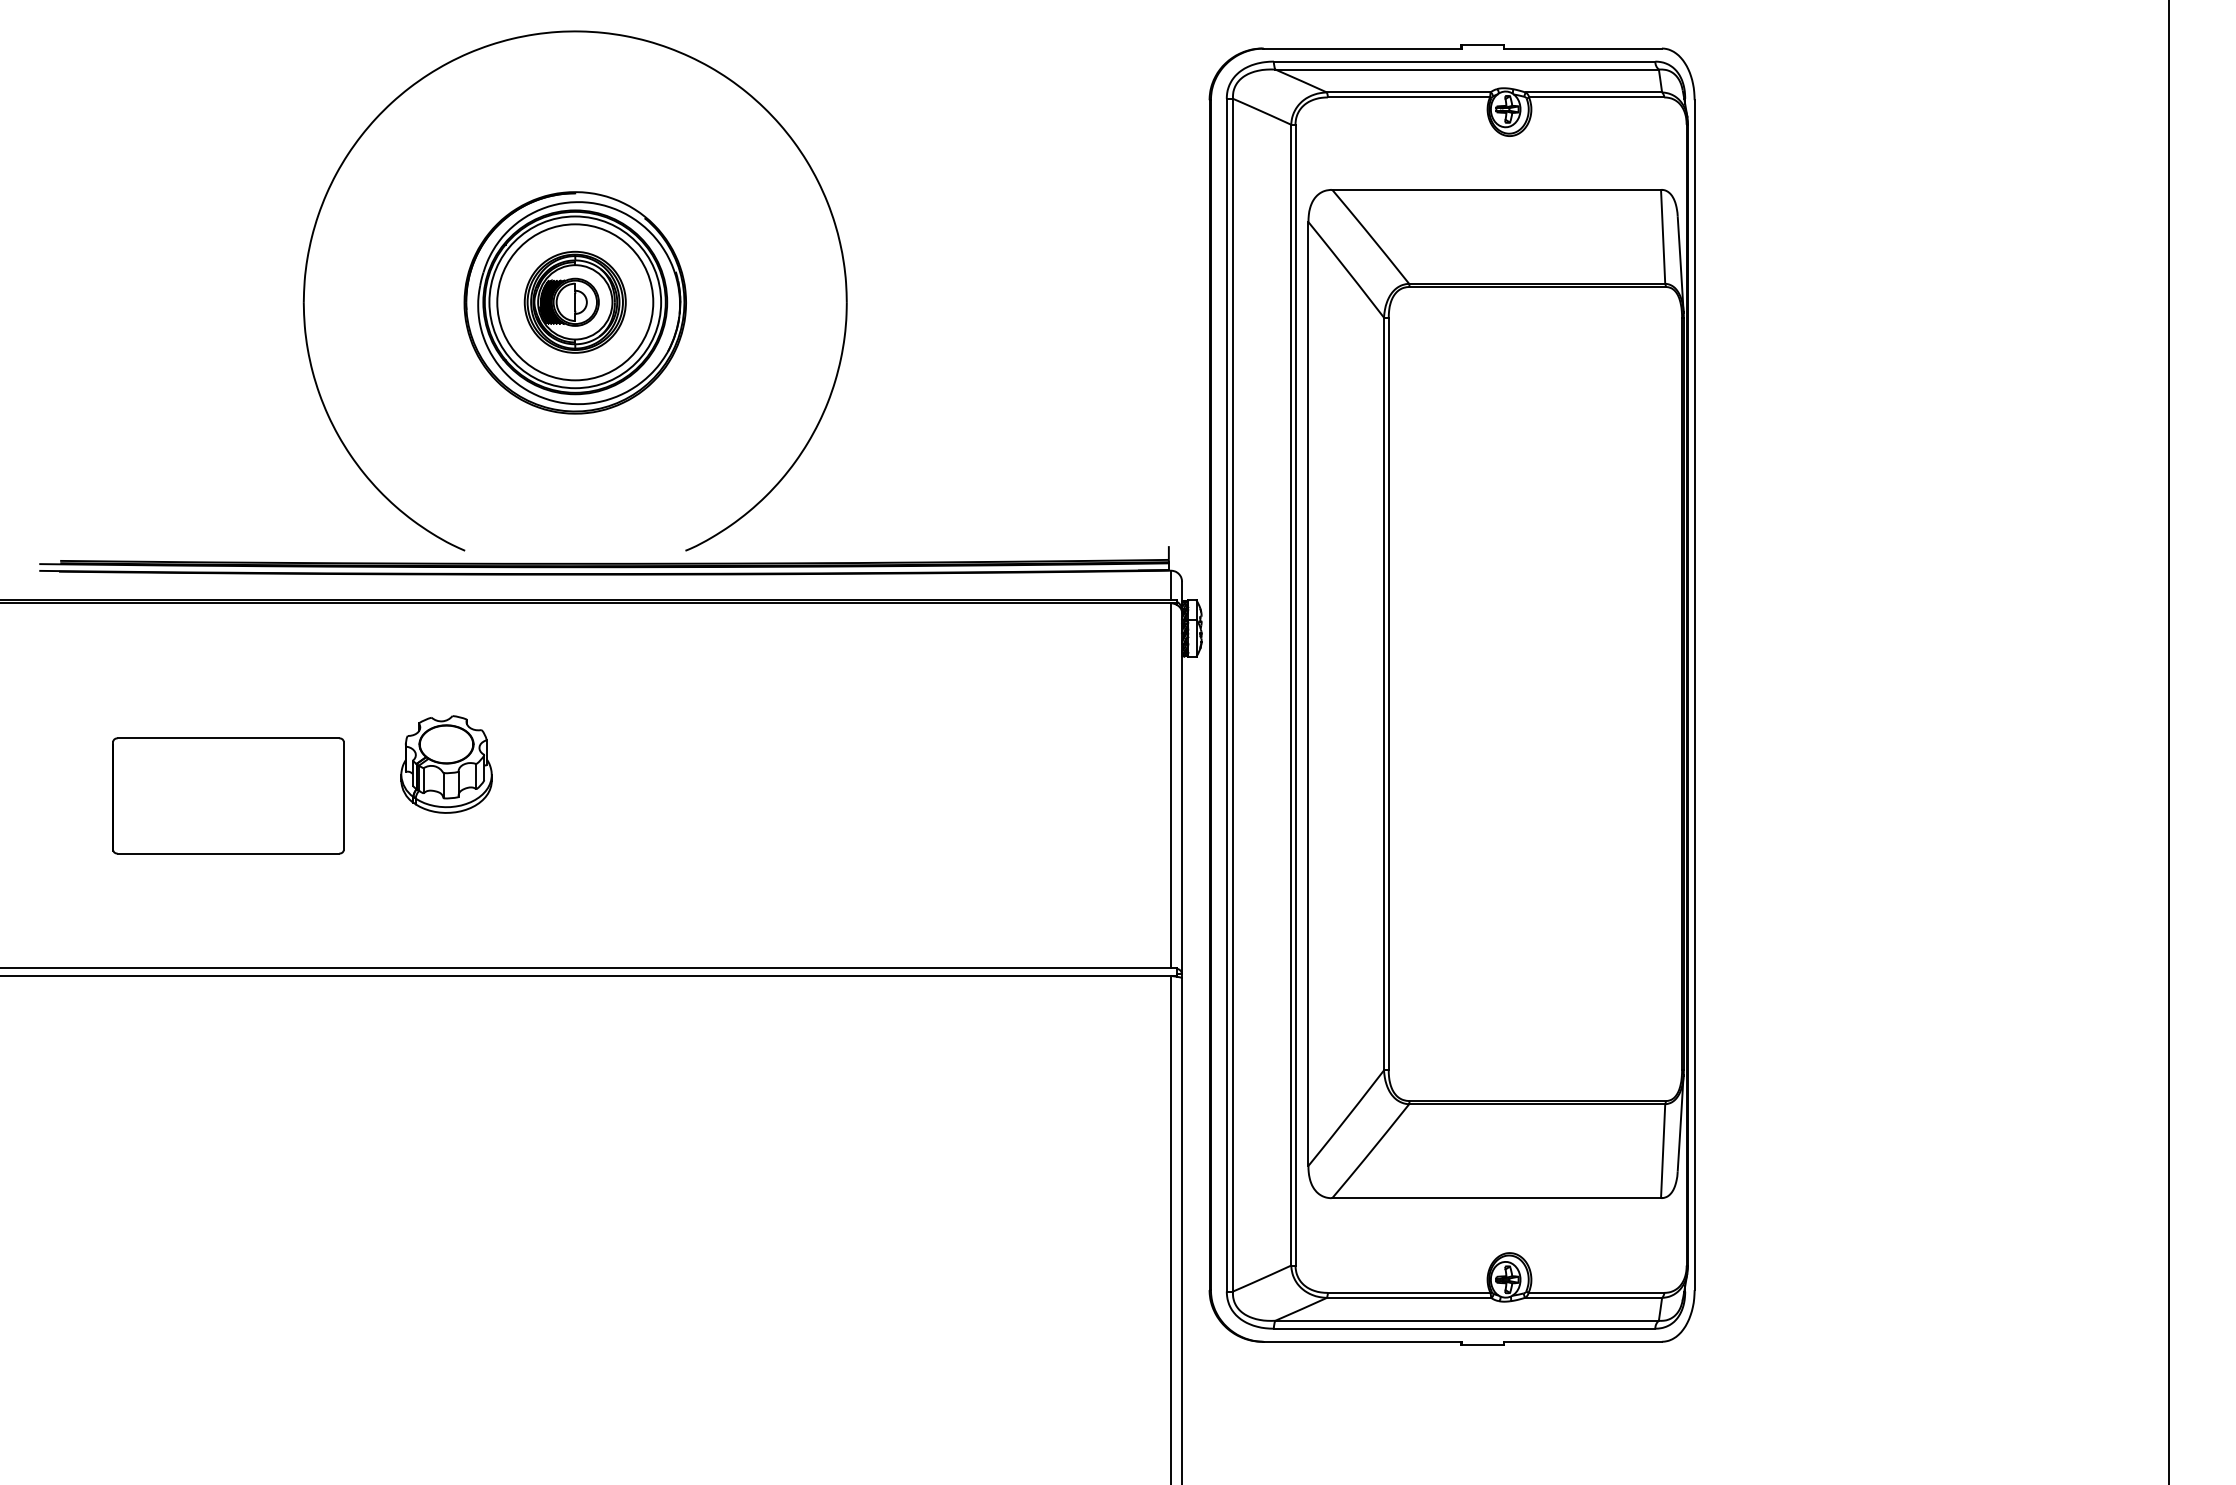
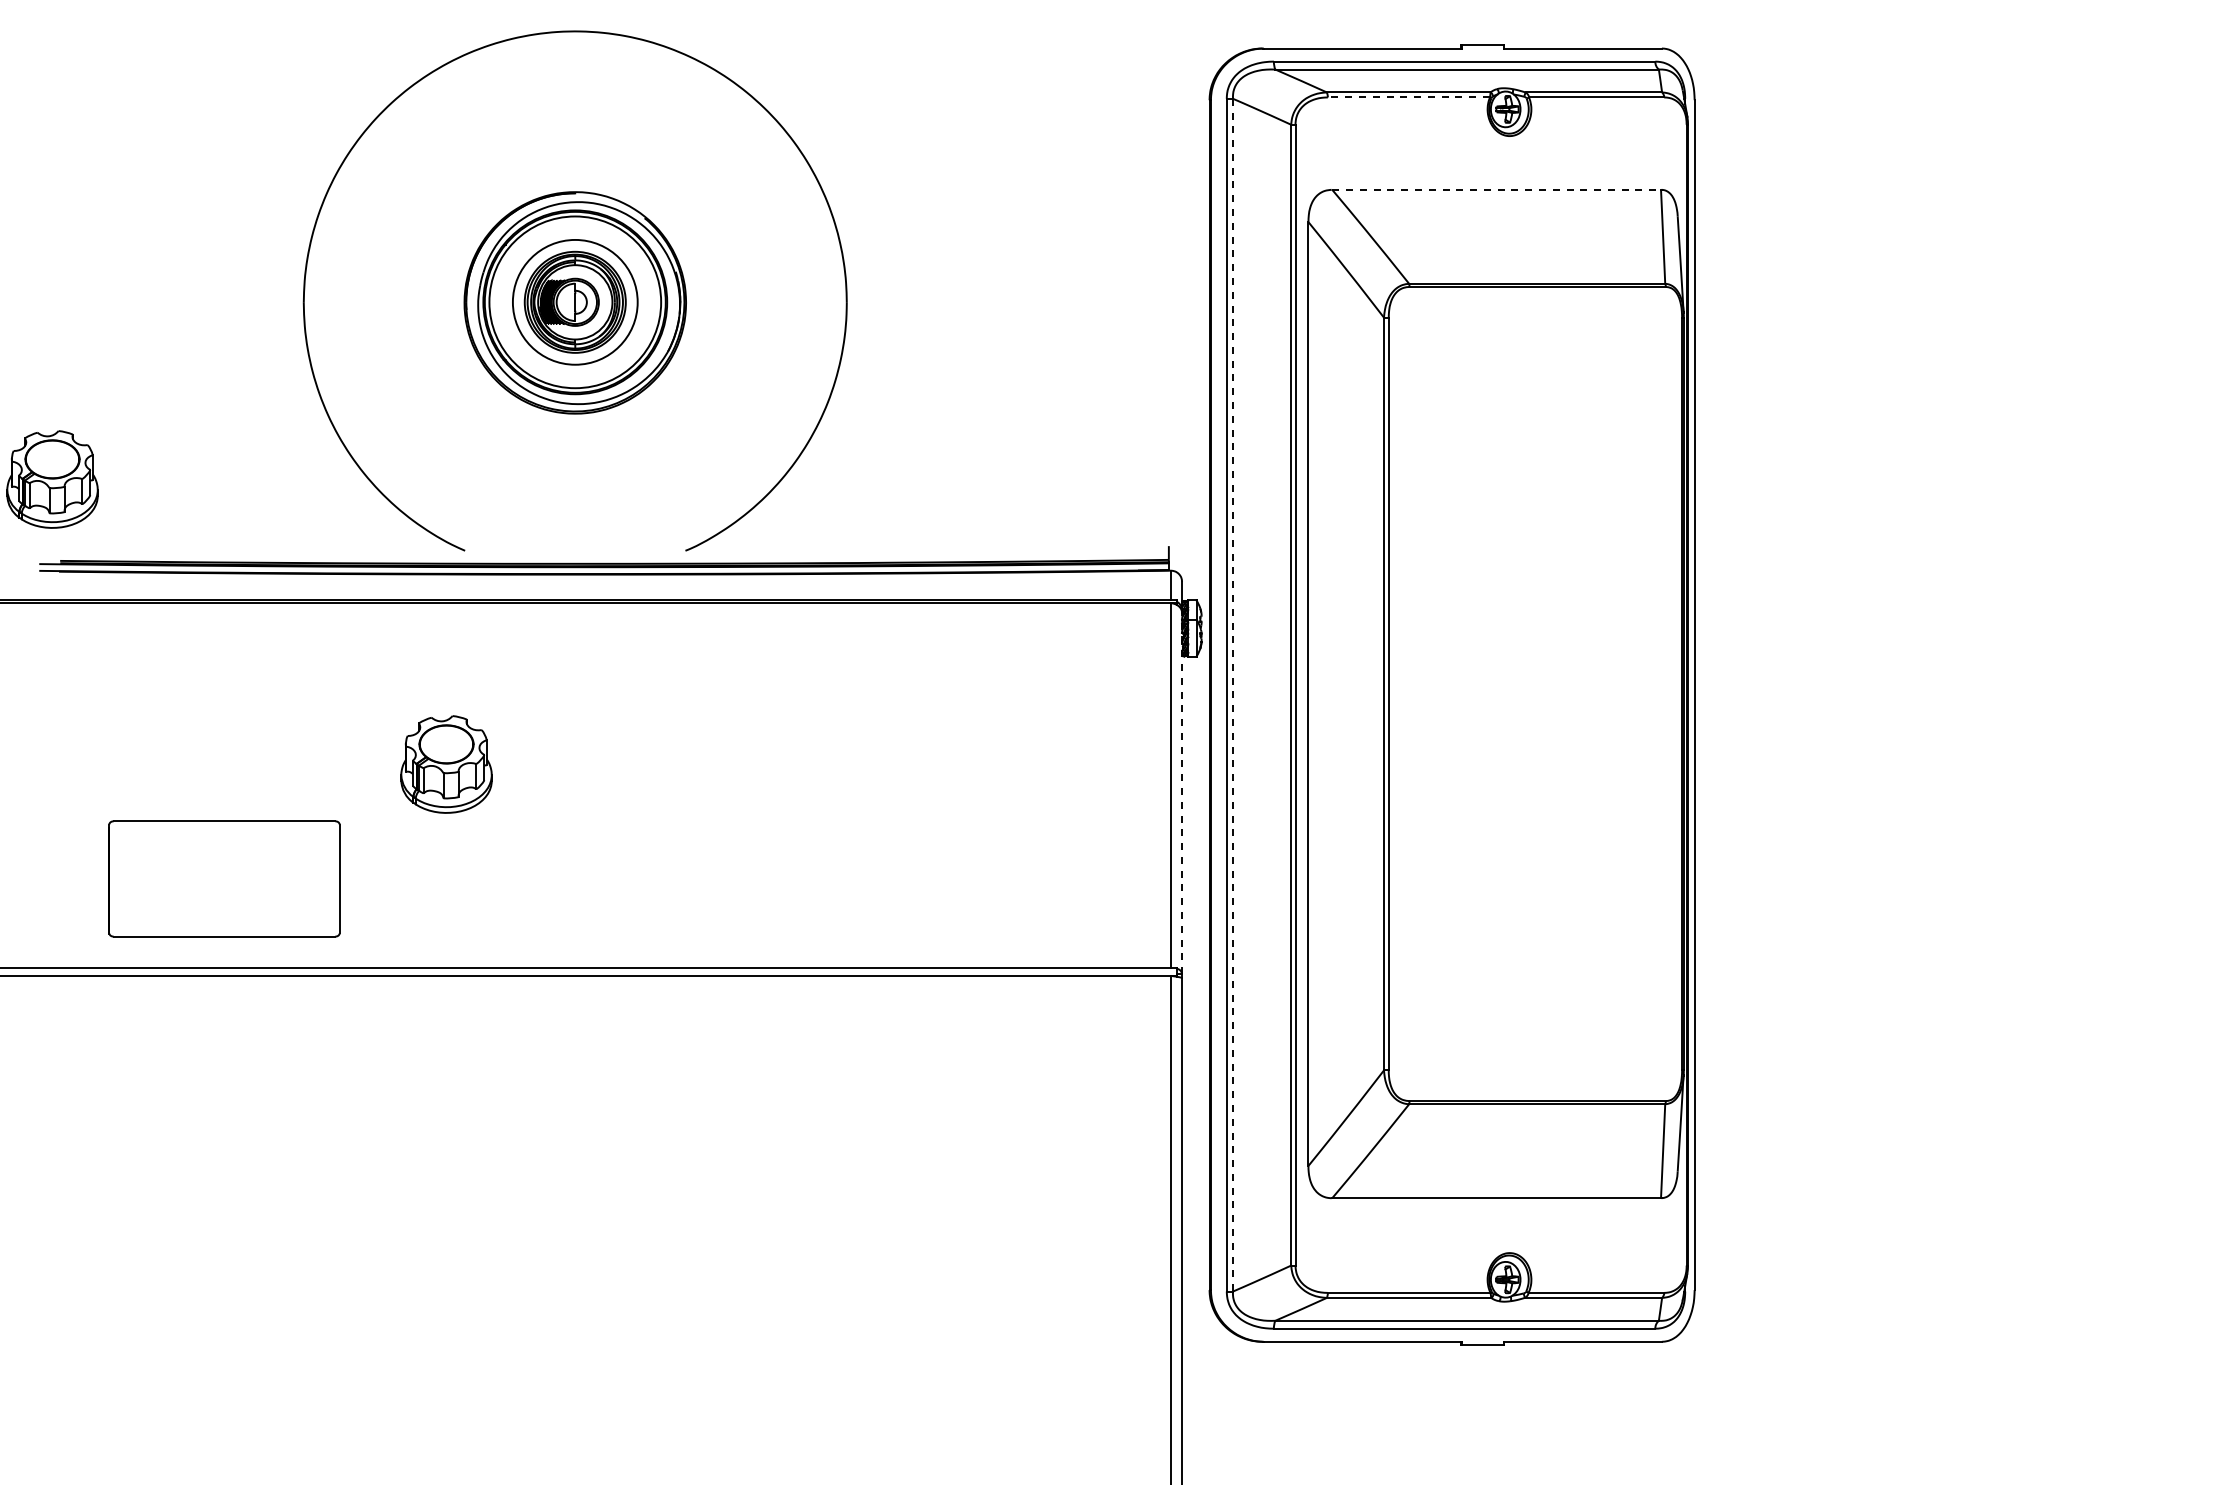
line at (1408, 97): solid -> dashed
line at (1497, 189): solid -> dashed
circle at (575, 302) diameter: 156 px -> 125 px
part at (52, 479): none -> present
line at (1233, 695): solid -> dashed
line at (2168, 741): present -> none
line at (1182, 793): solid -> dashed
part at (228, 795) position: (228, 795) -> (224, 878)
